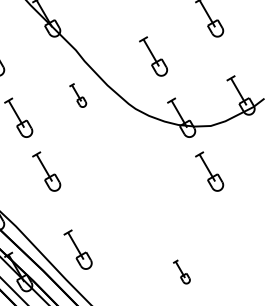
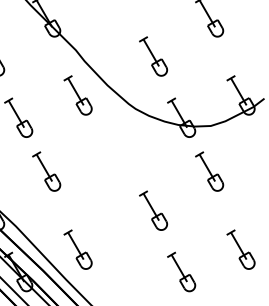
part at (78, 95) size: 19x25 px -> 30x41 px
part at (153, 210): none -> present
part at (240, 249): none -> present
part at (181, 271) size: 18x26 px -> 30x42 px
